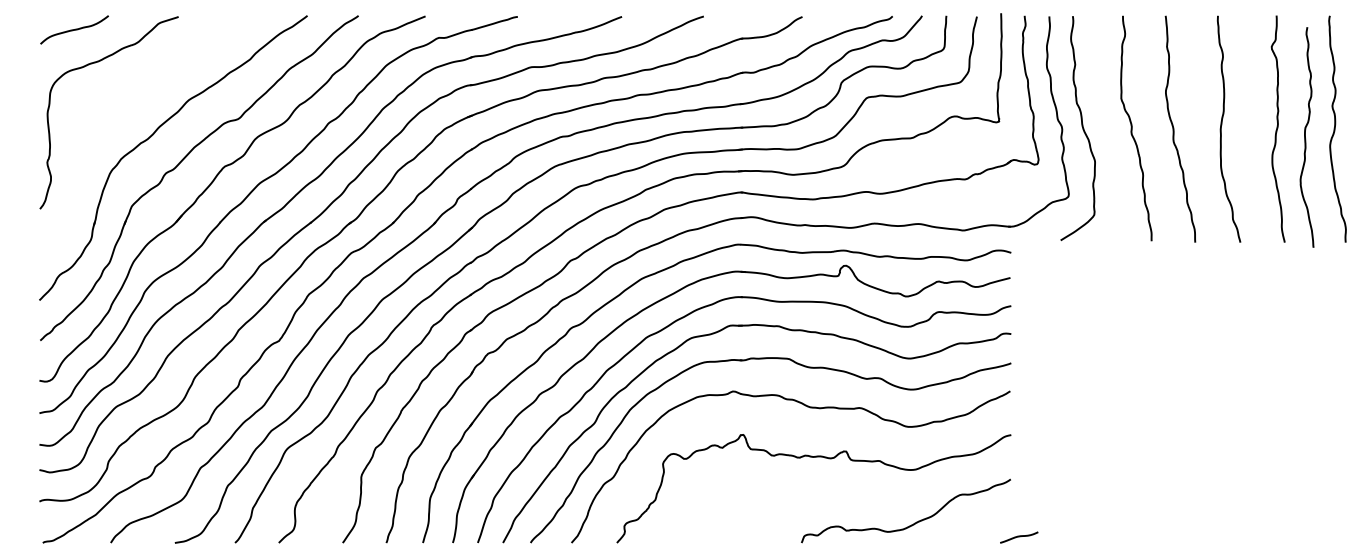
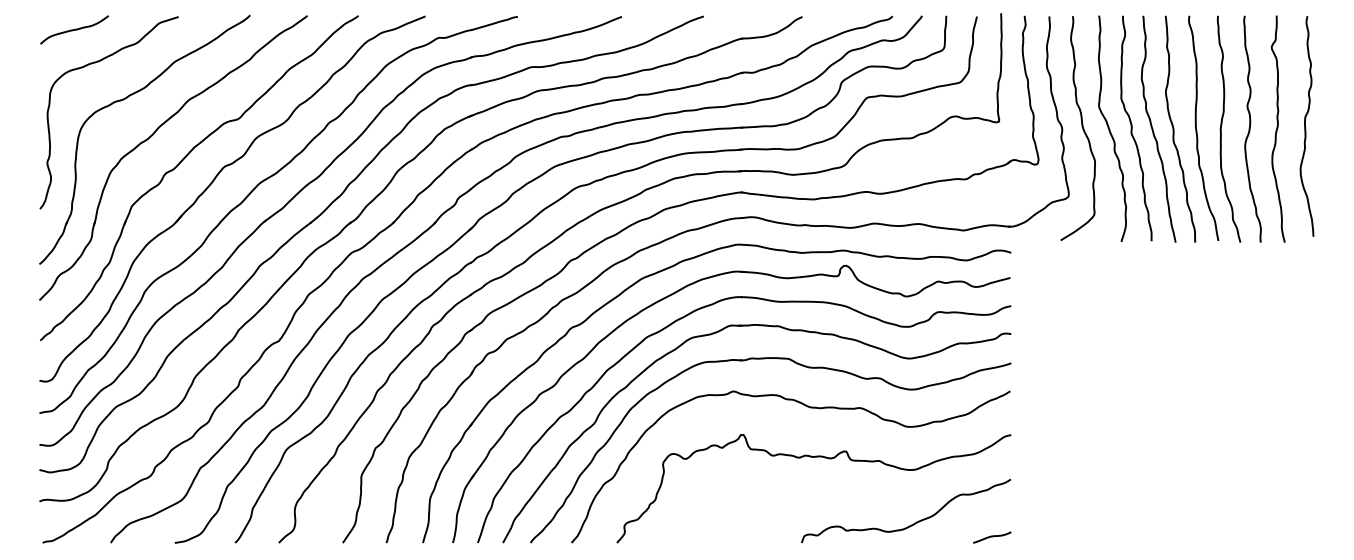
part at (125, 99): none -> present
curve at (1153, 128): none -> present
curve at (1335, 128) position: (1335, 128) -> (1250, 128)
curve at (1110, 129): none -> present
curve at (1197, 129): none -> present
curve at (1305, 137) position: (1305, 137) -> (1305, 126)
curve at (1019, 537) position: (1019, 537) -> (992, 537)
